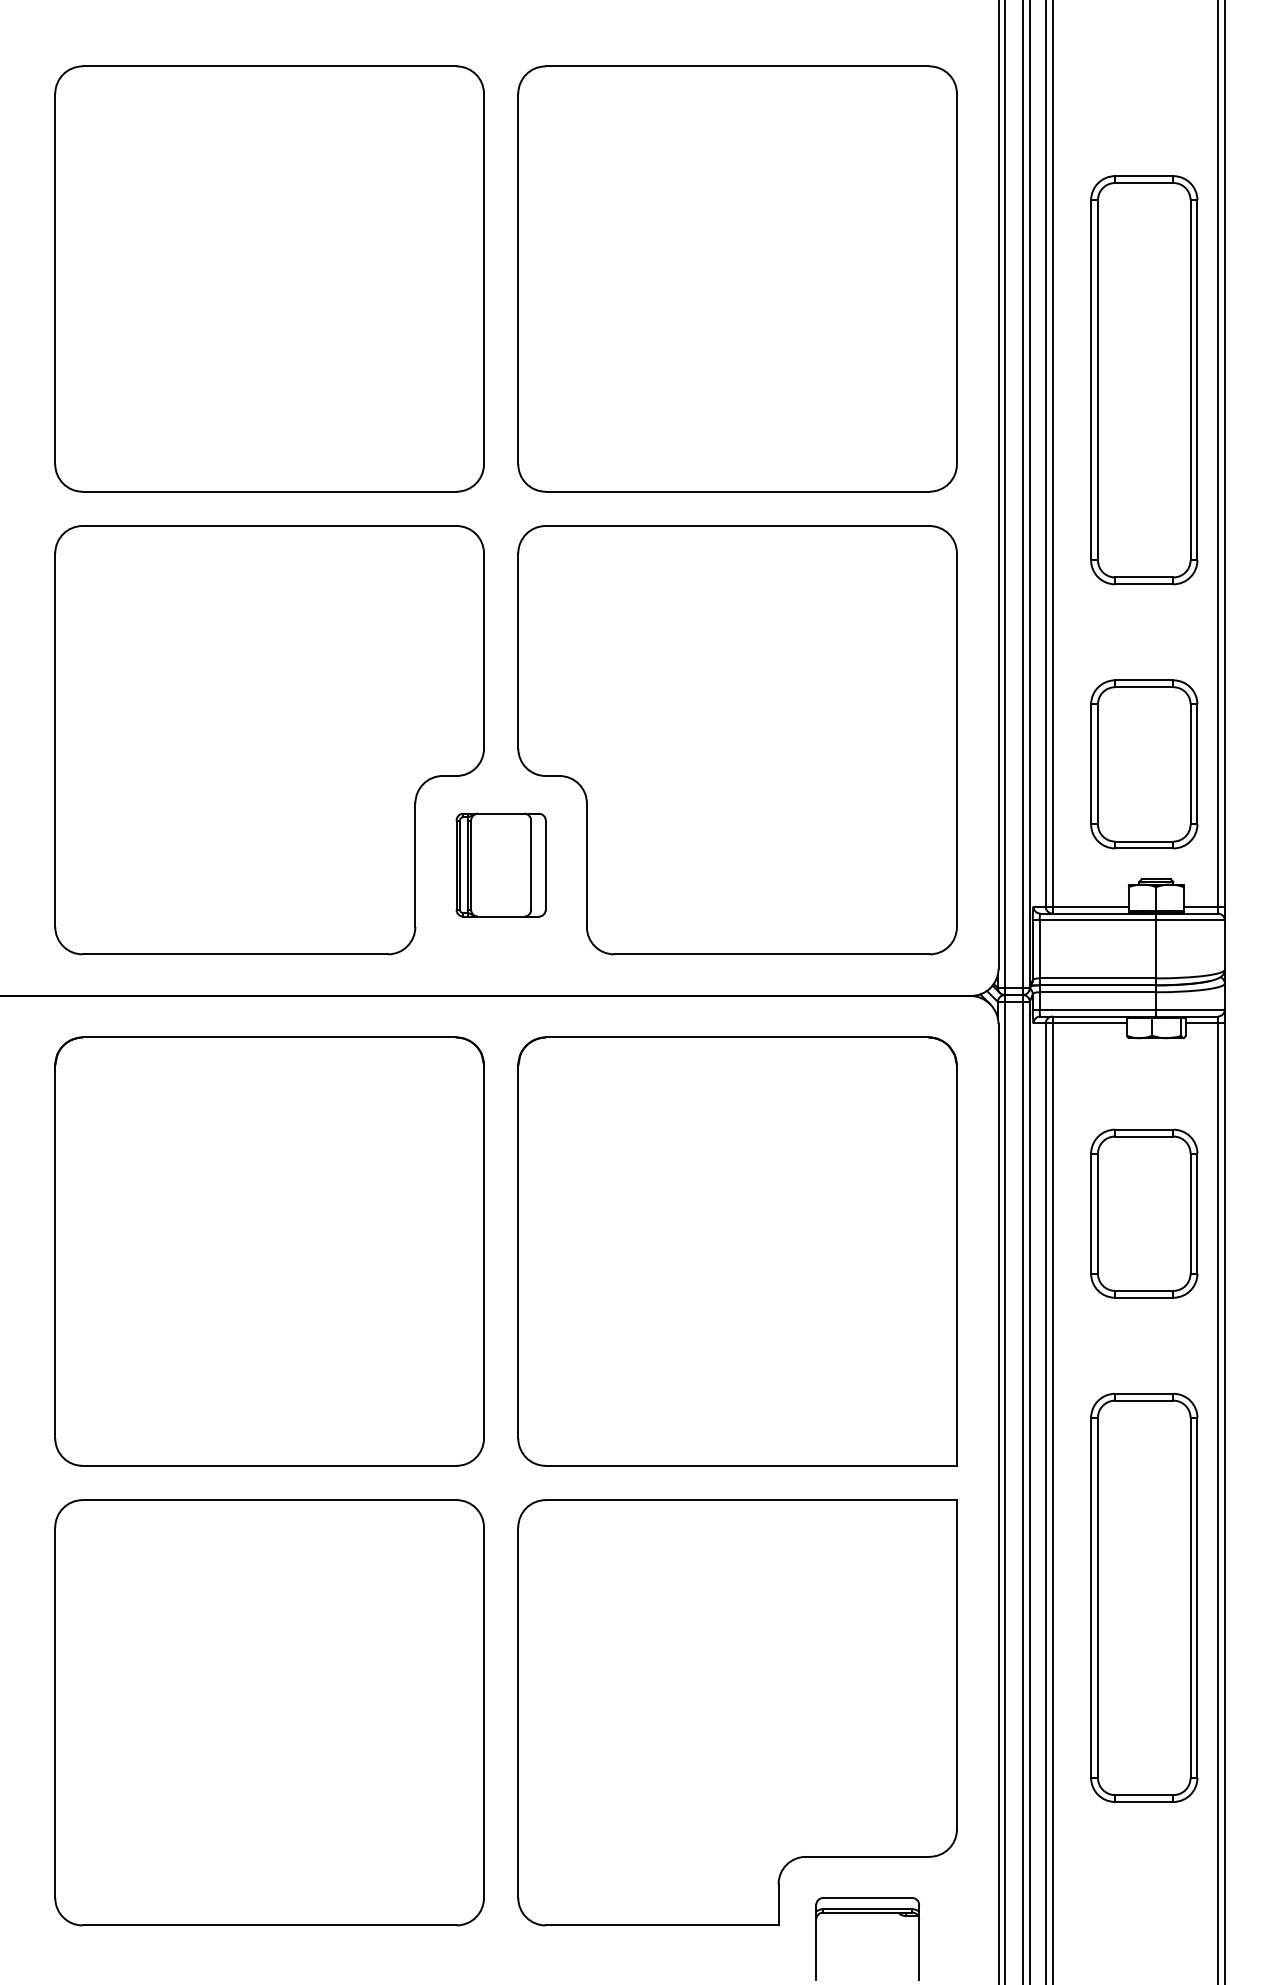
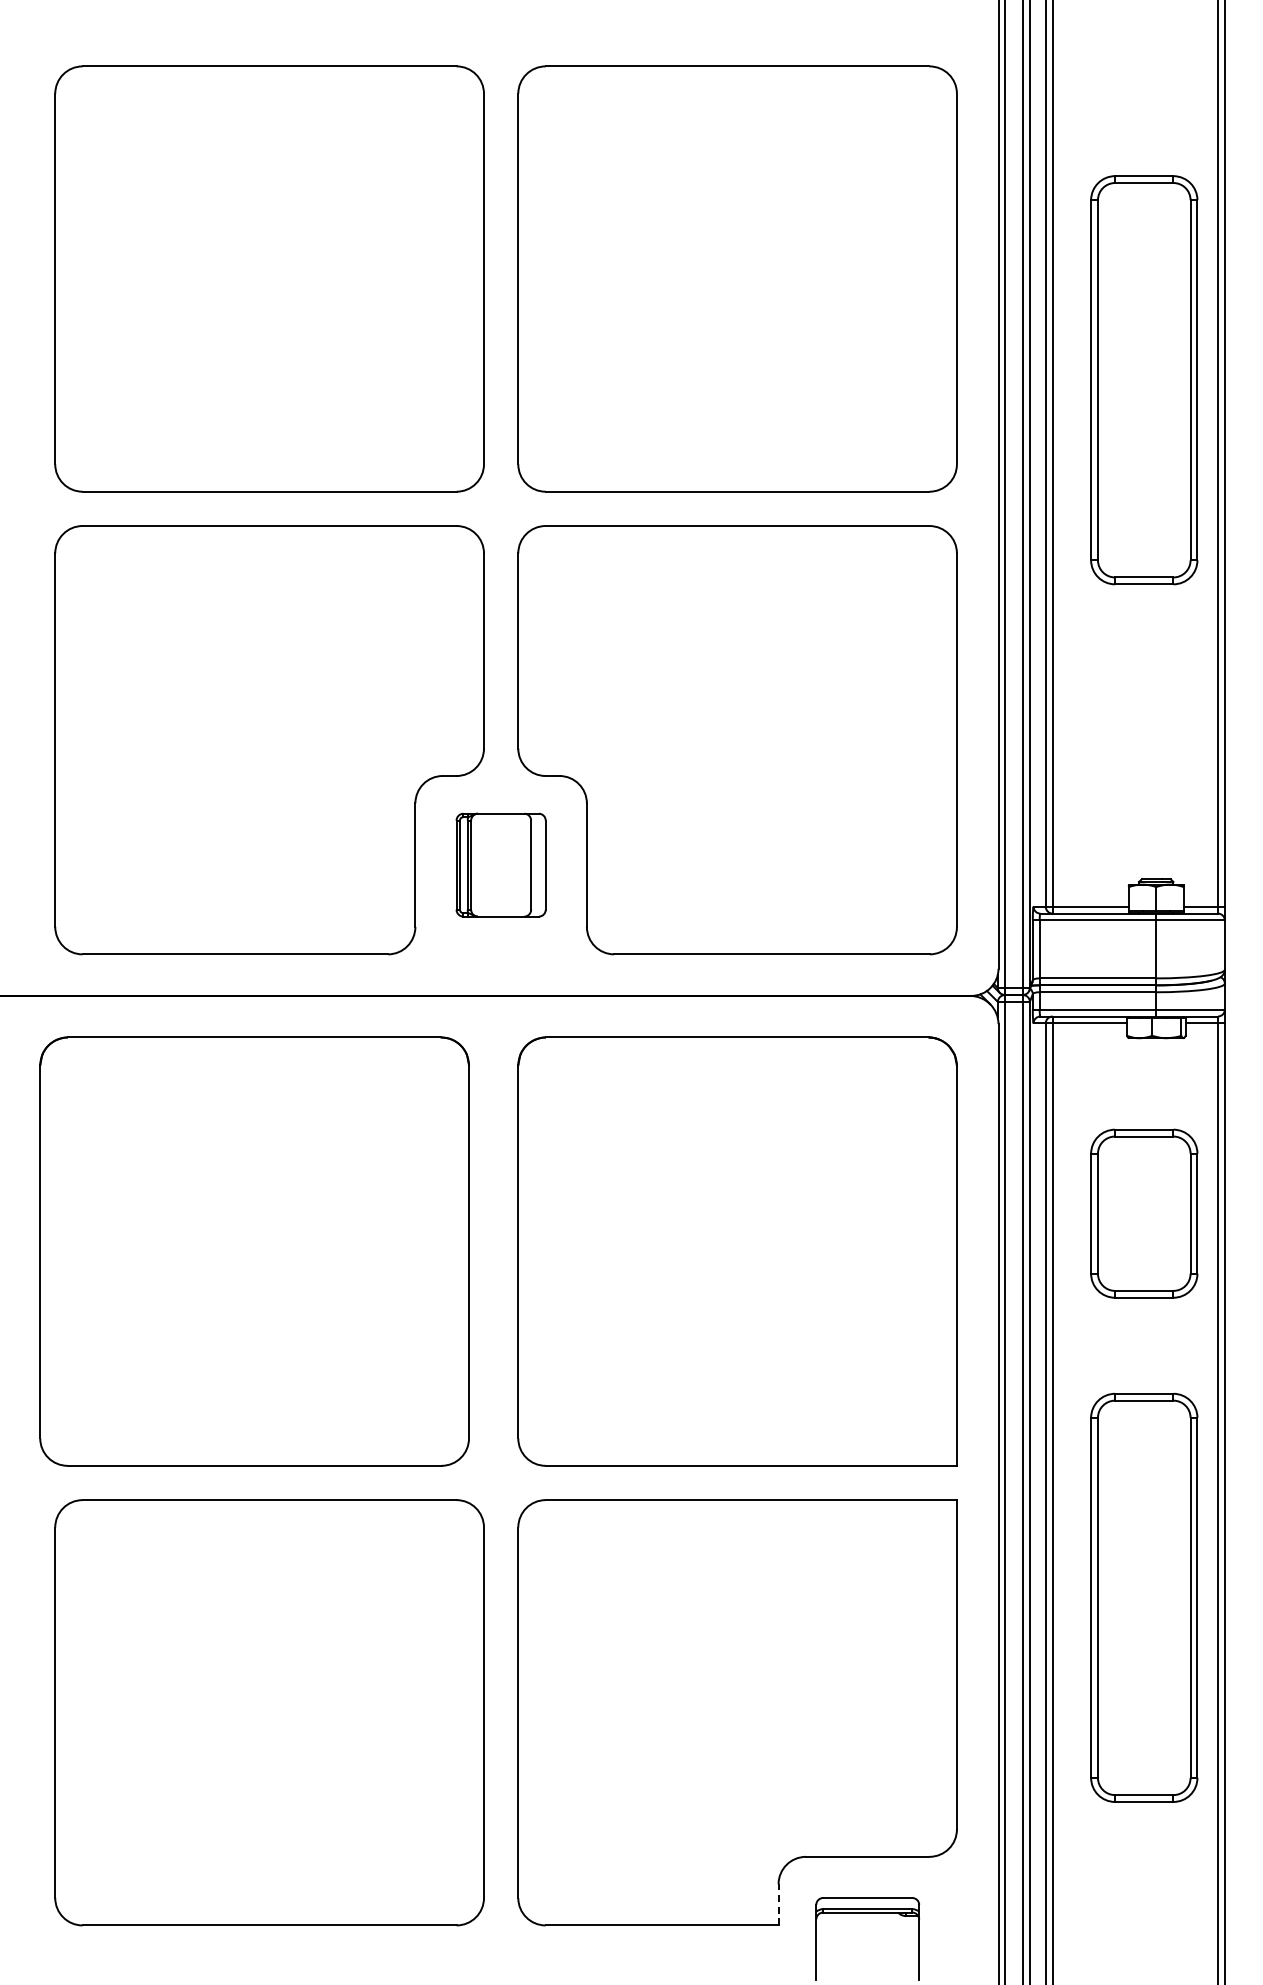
part at (1144, 764): present -> none
part at (269, 1251) position: (269, 1251) -> (254, 1251)
line at (778, 1904): solid -> dashed
